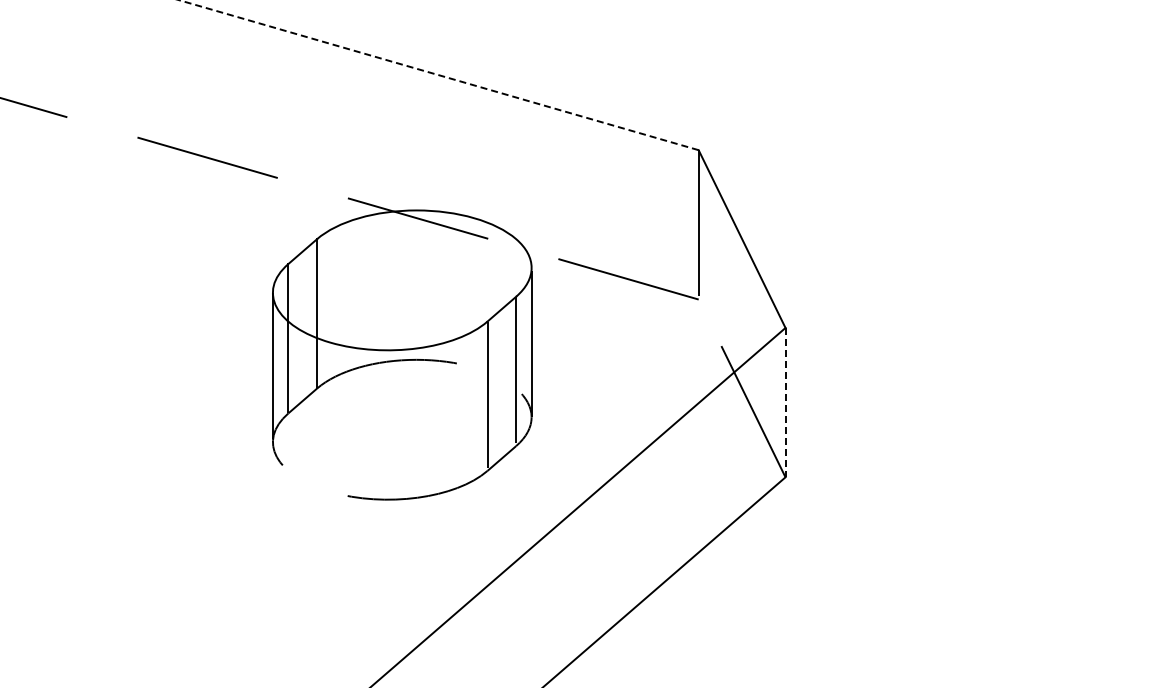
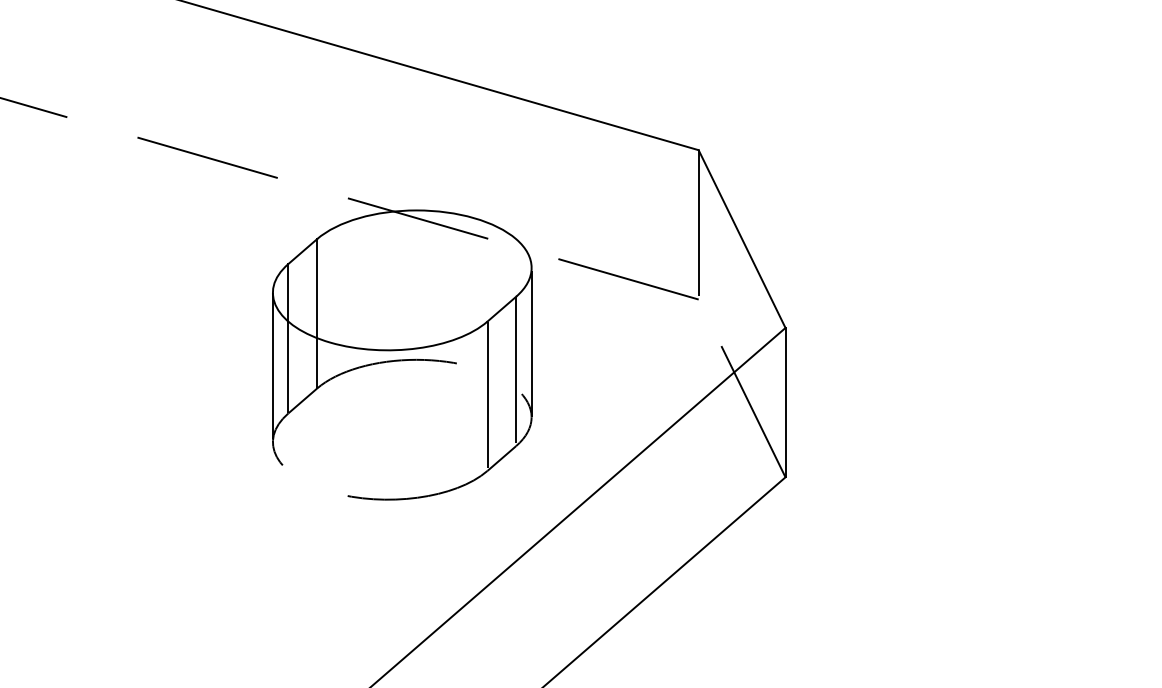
line at (438, 75): dashed -> solid
line at (785, 402): dashed -> solid
